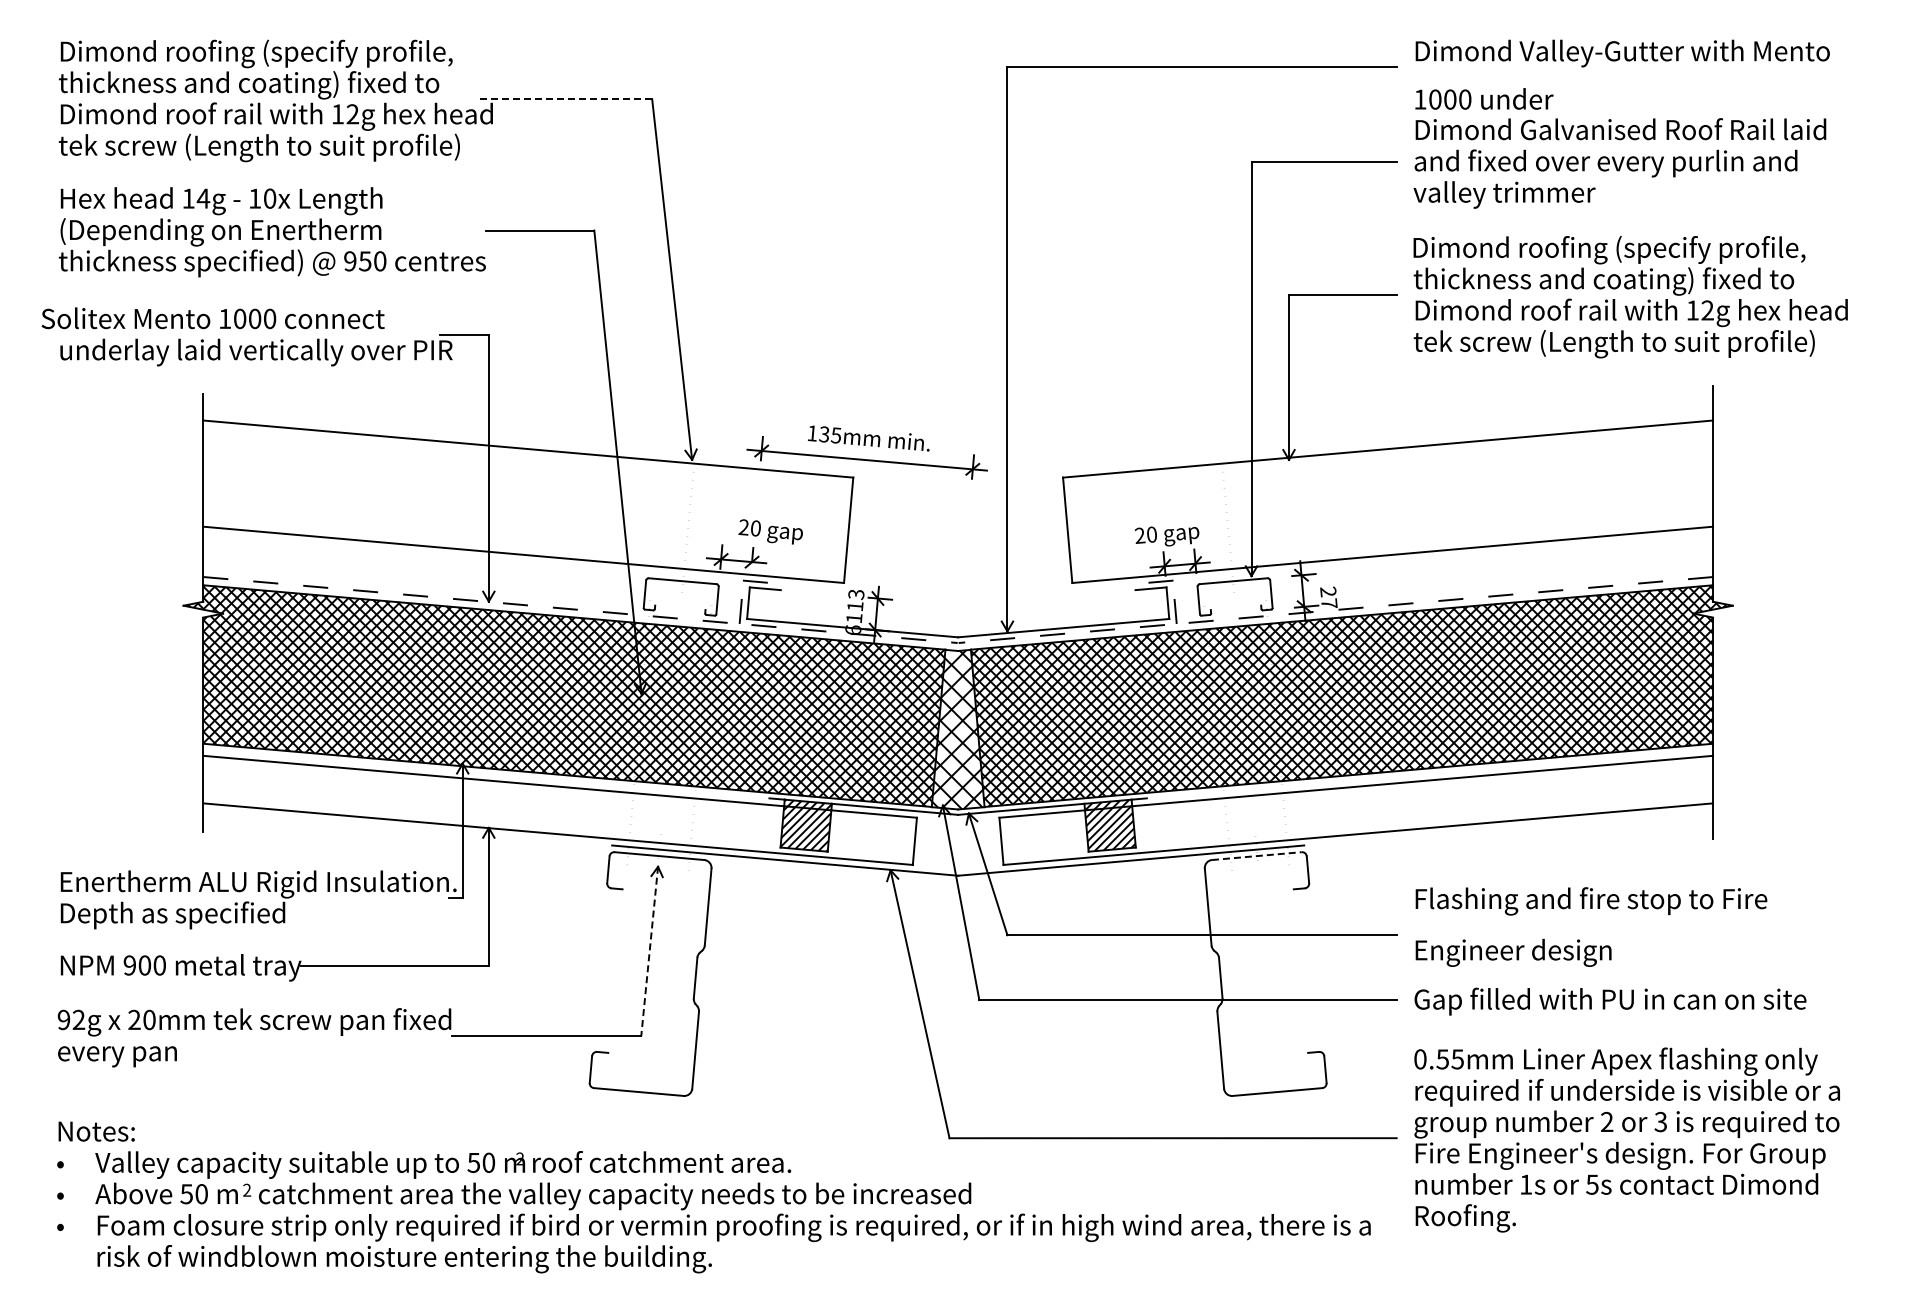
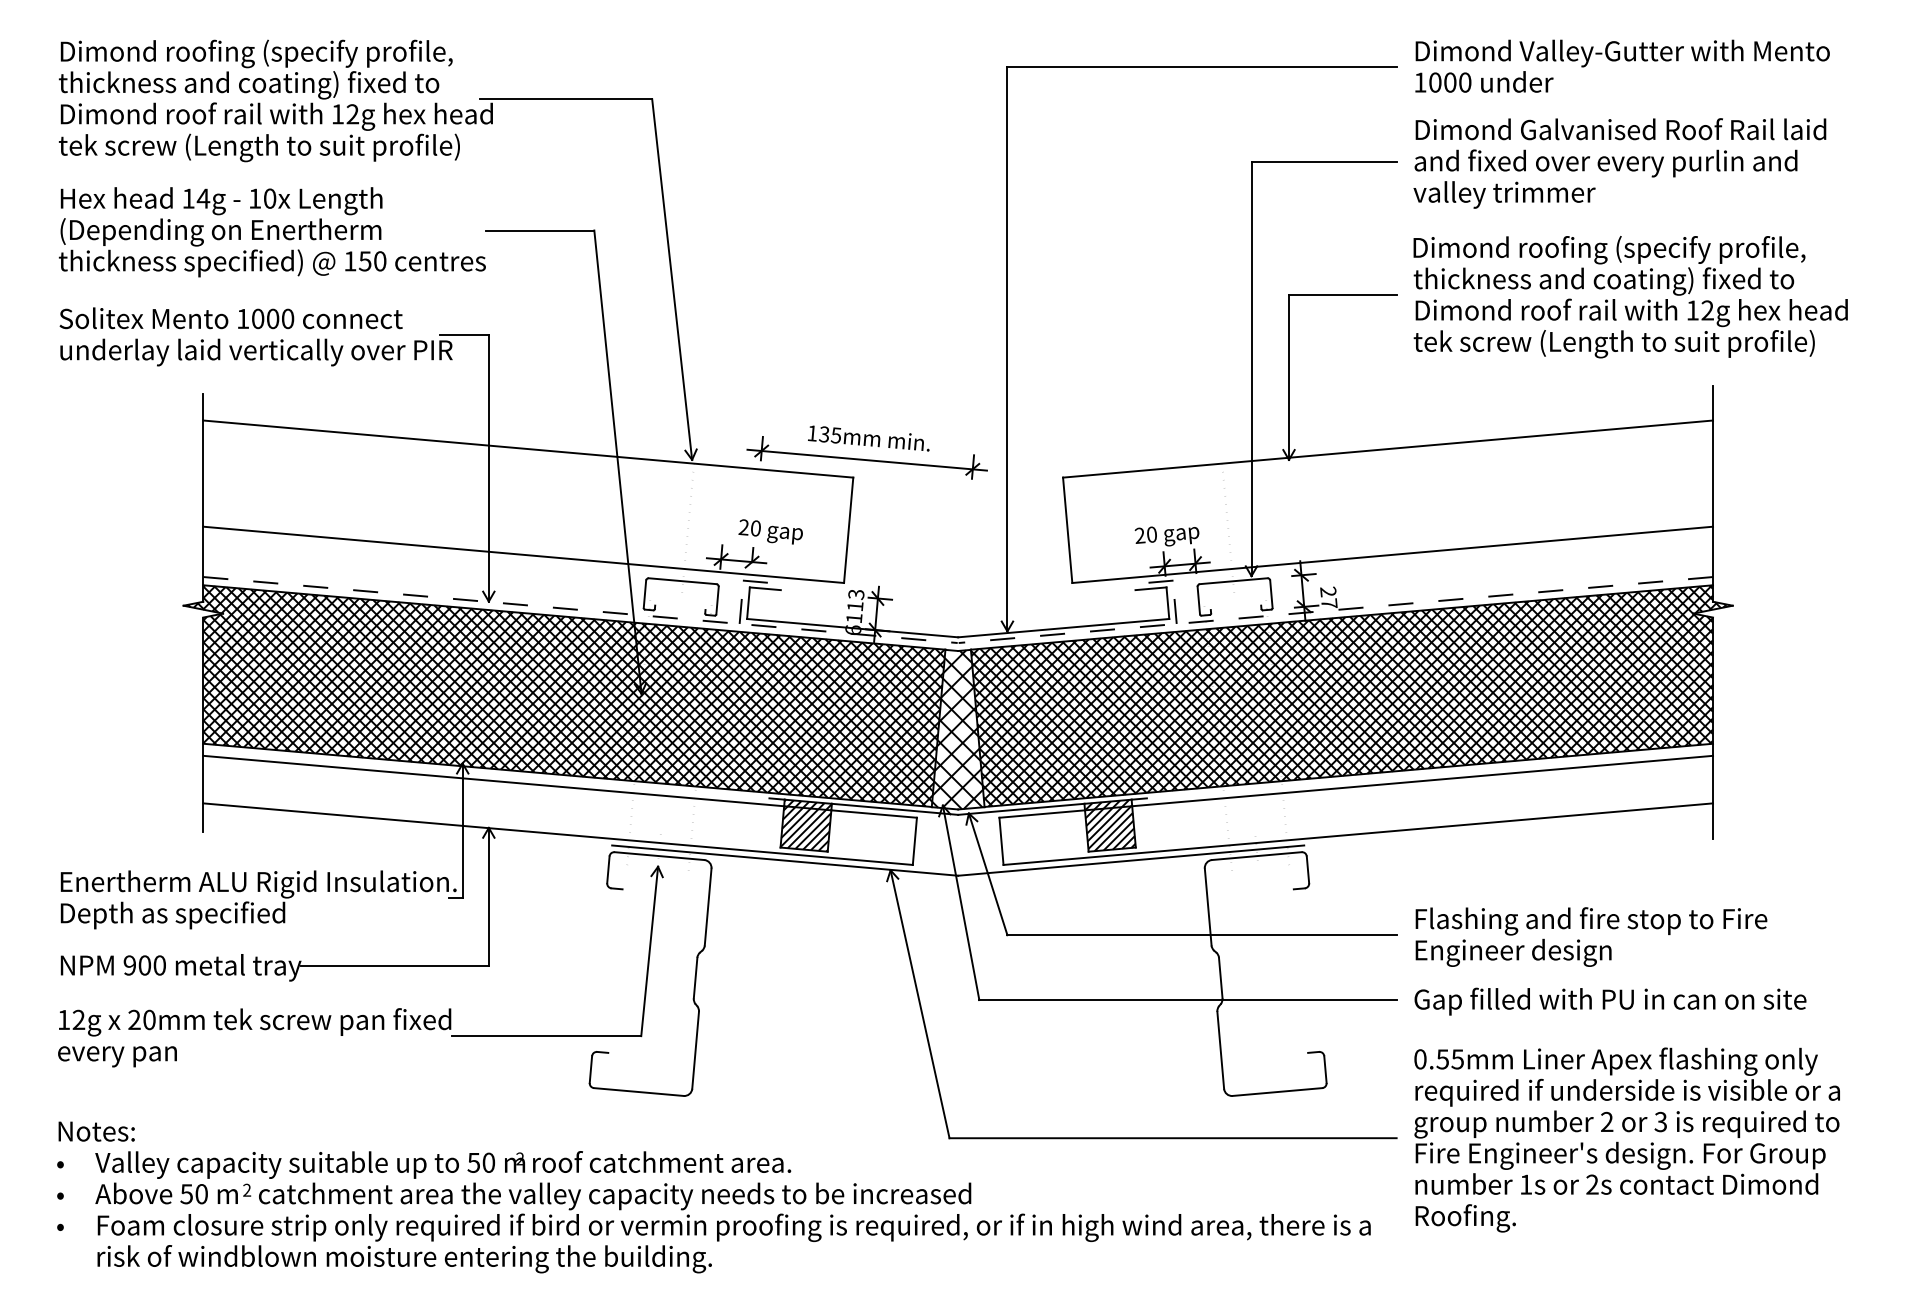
text at (1484, 98) position: (1484, 98) -> (1484, 81)
line at (565, 99): dashed -> solid
text at (350, 261): 950 -> 150
text at (212, 318) position: (212, 318) -> (230, 318)
line at (1256, 856): dashed -> solid
text at (1591, 901) position: (1591, 901) -> (1591, 921)
line at (649, 951): dashed -> solid
text at (63, 1019): 92g -> 12g
text at (1592, 1184): 5s -> 2s
